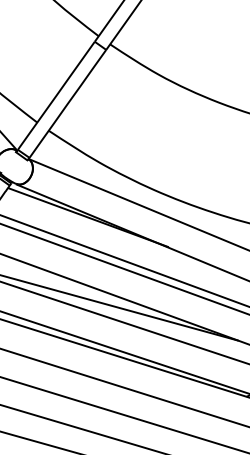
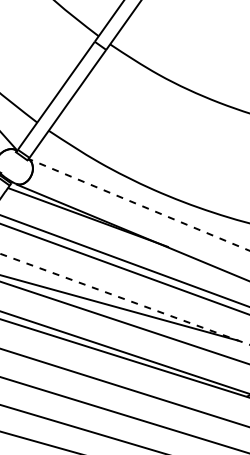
line at (138, 204): solid -> dashed
line at (125, 299): solid -> dashed
